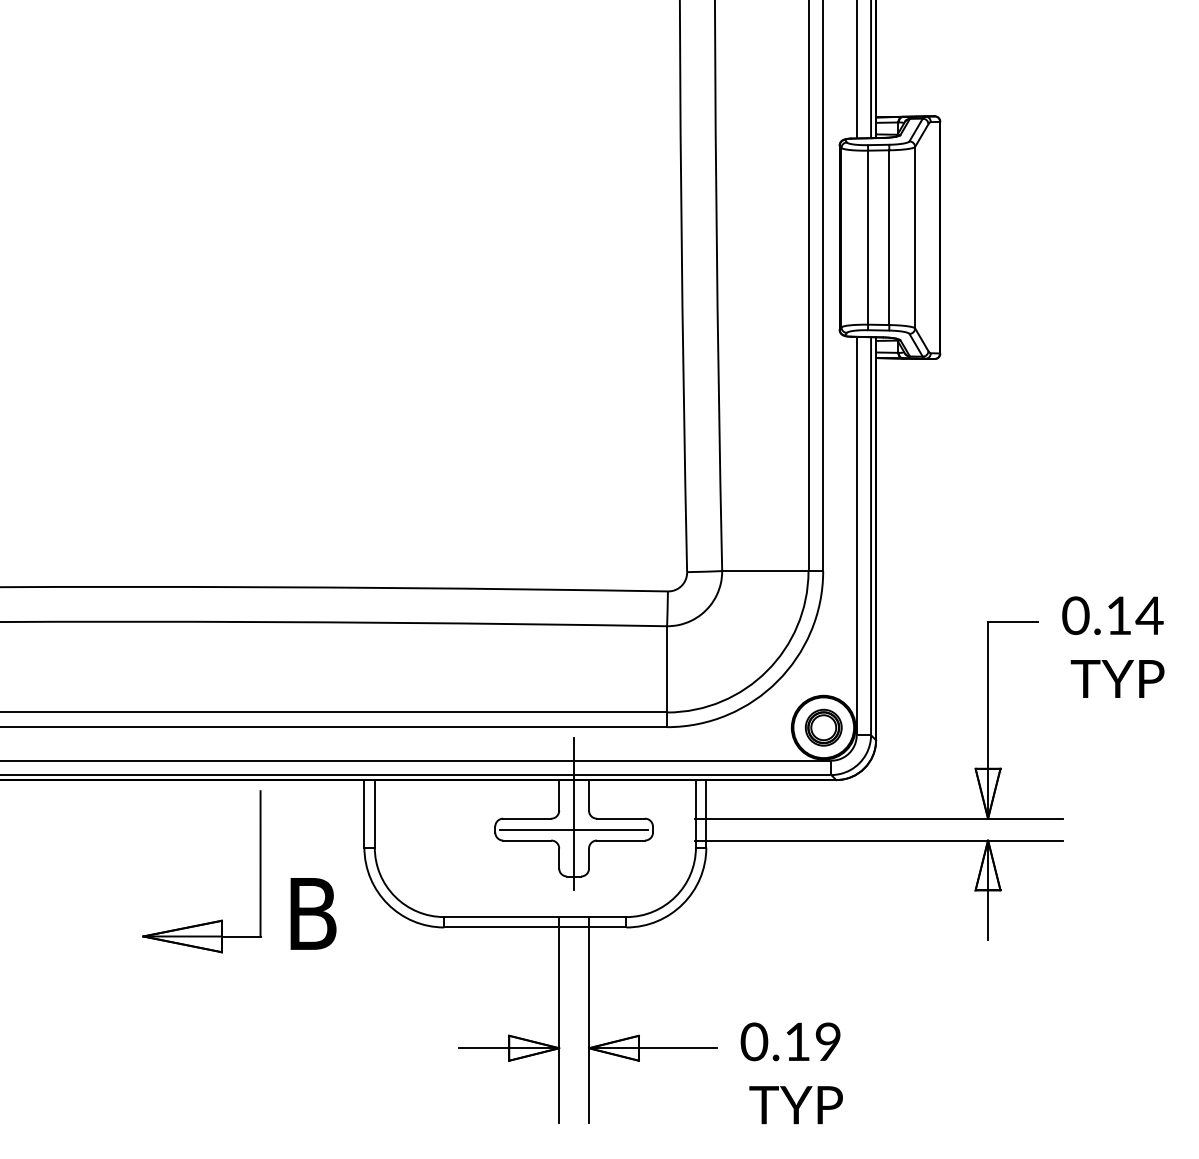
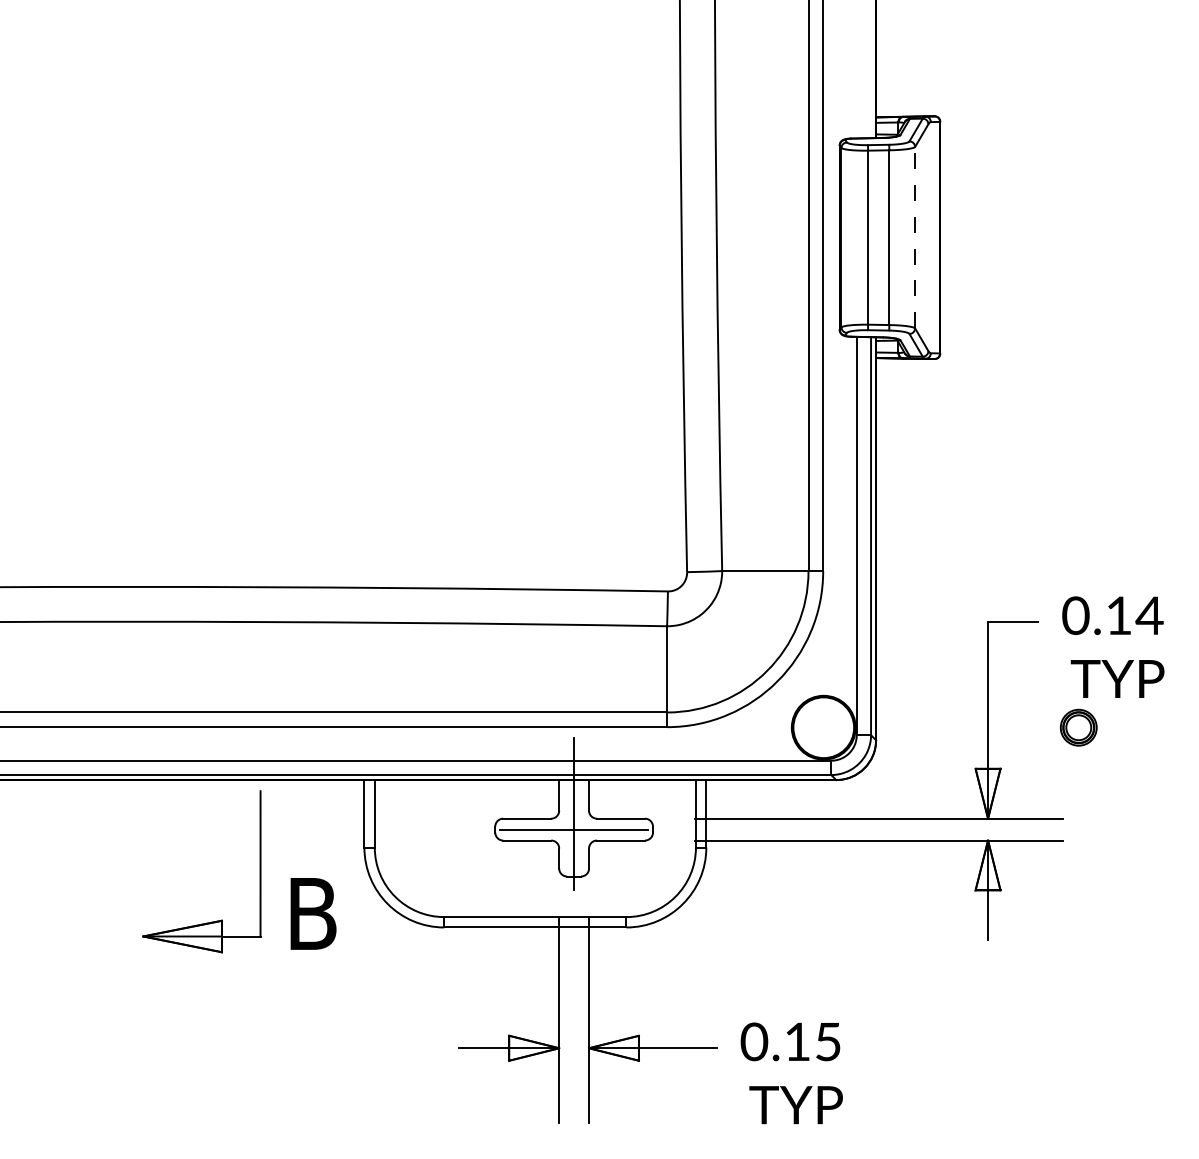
line at (856, 70): present -> none
line at (871, 70): present -> none
line at (915, 237): solid -> dashed
part at (823, 727) position: (823, 727) -> (1078, 727)
text at (827, 1041): 0.19 -> 0.15
